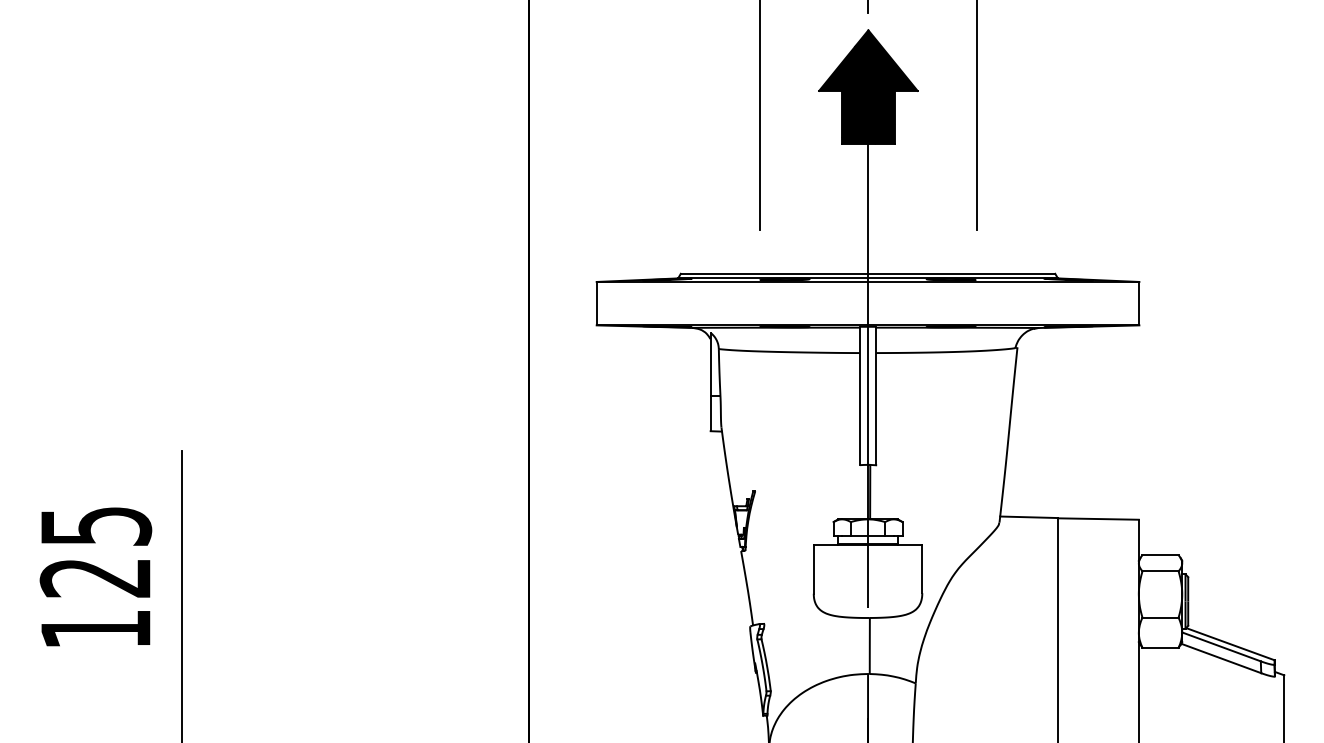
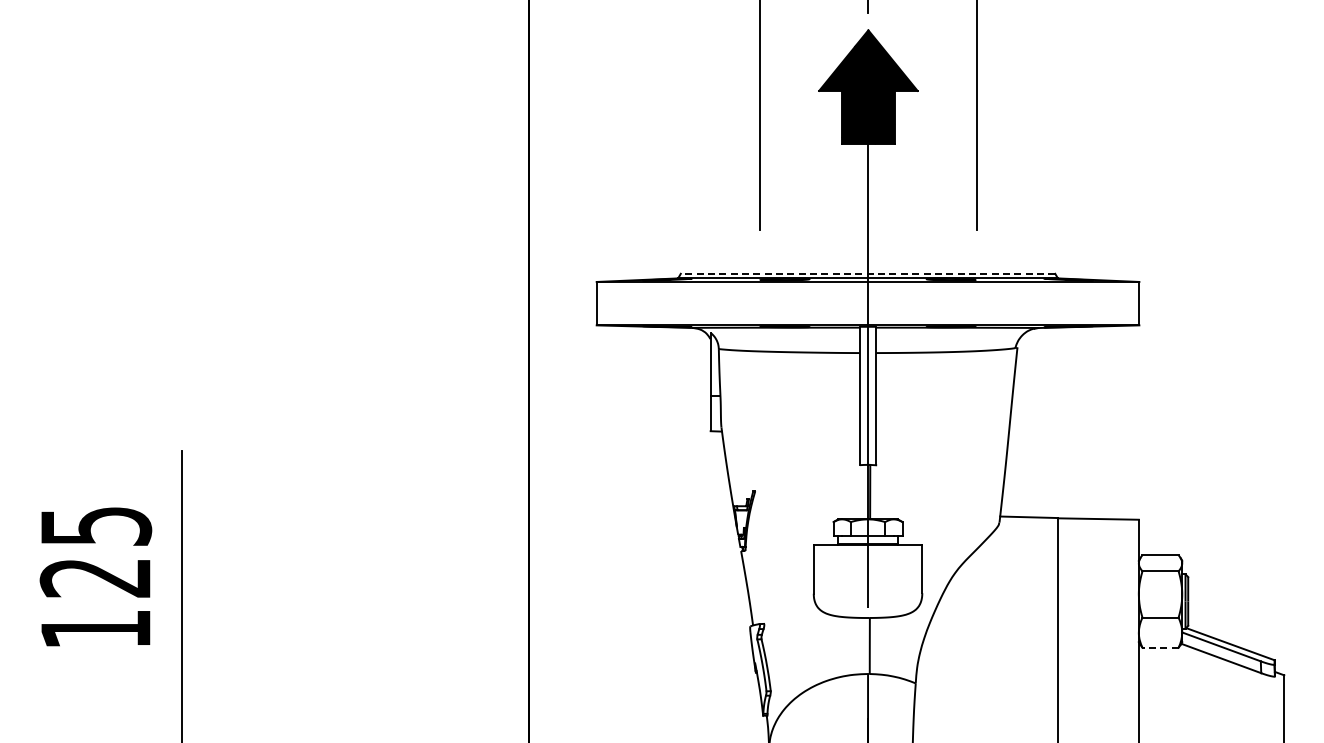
line at (867, 273): solid -> dashed
line at (1160, 647): solid -> dashed
